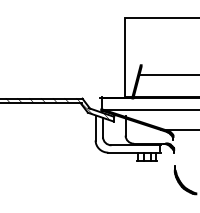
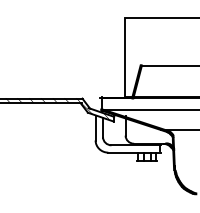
line at (168, 74) position: (168, 74) -> (168, 65)
fill at (173, 154): none -> present
